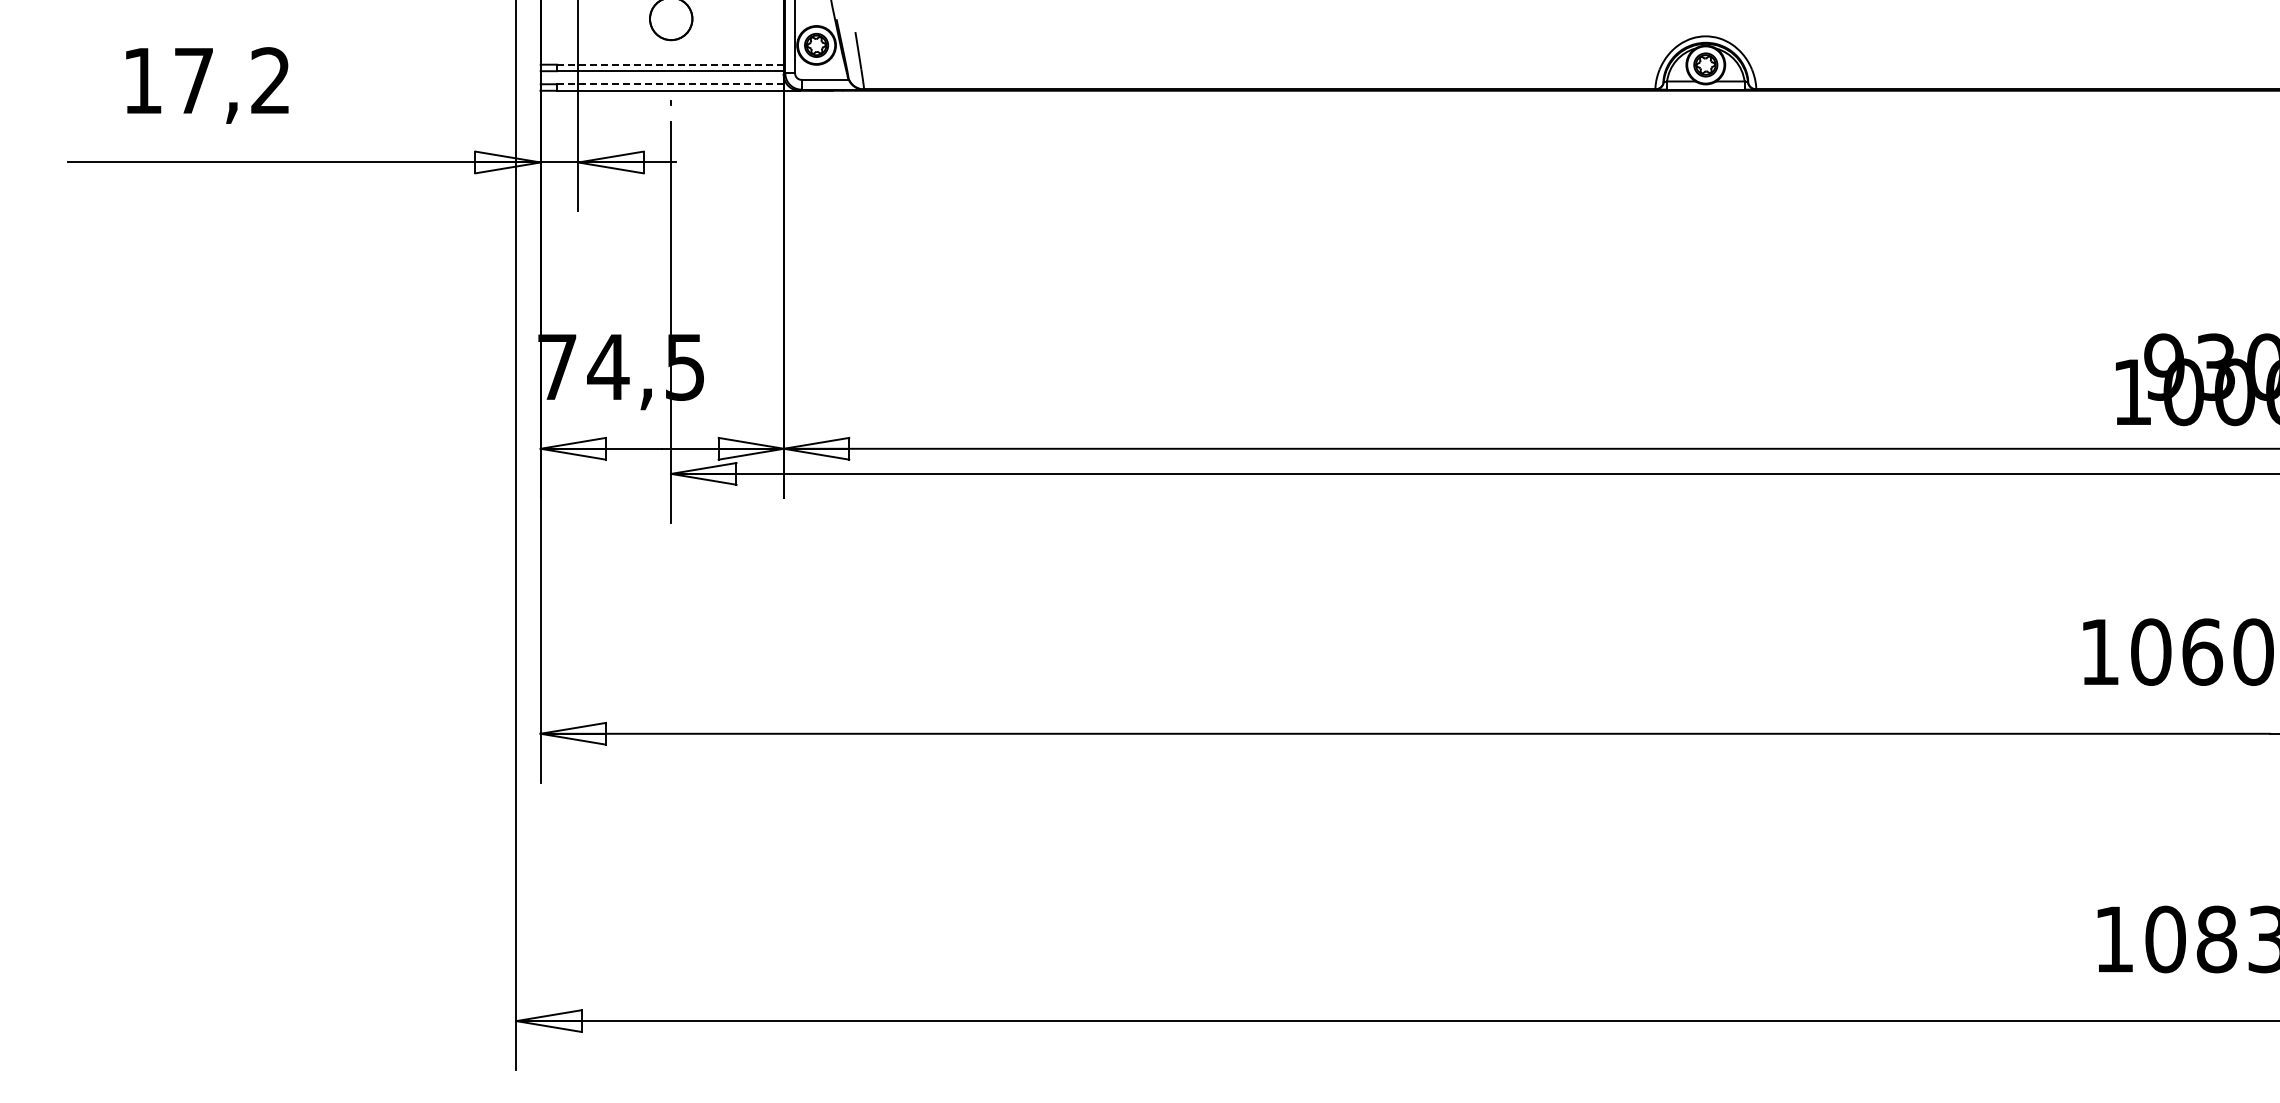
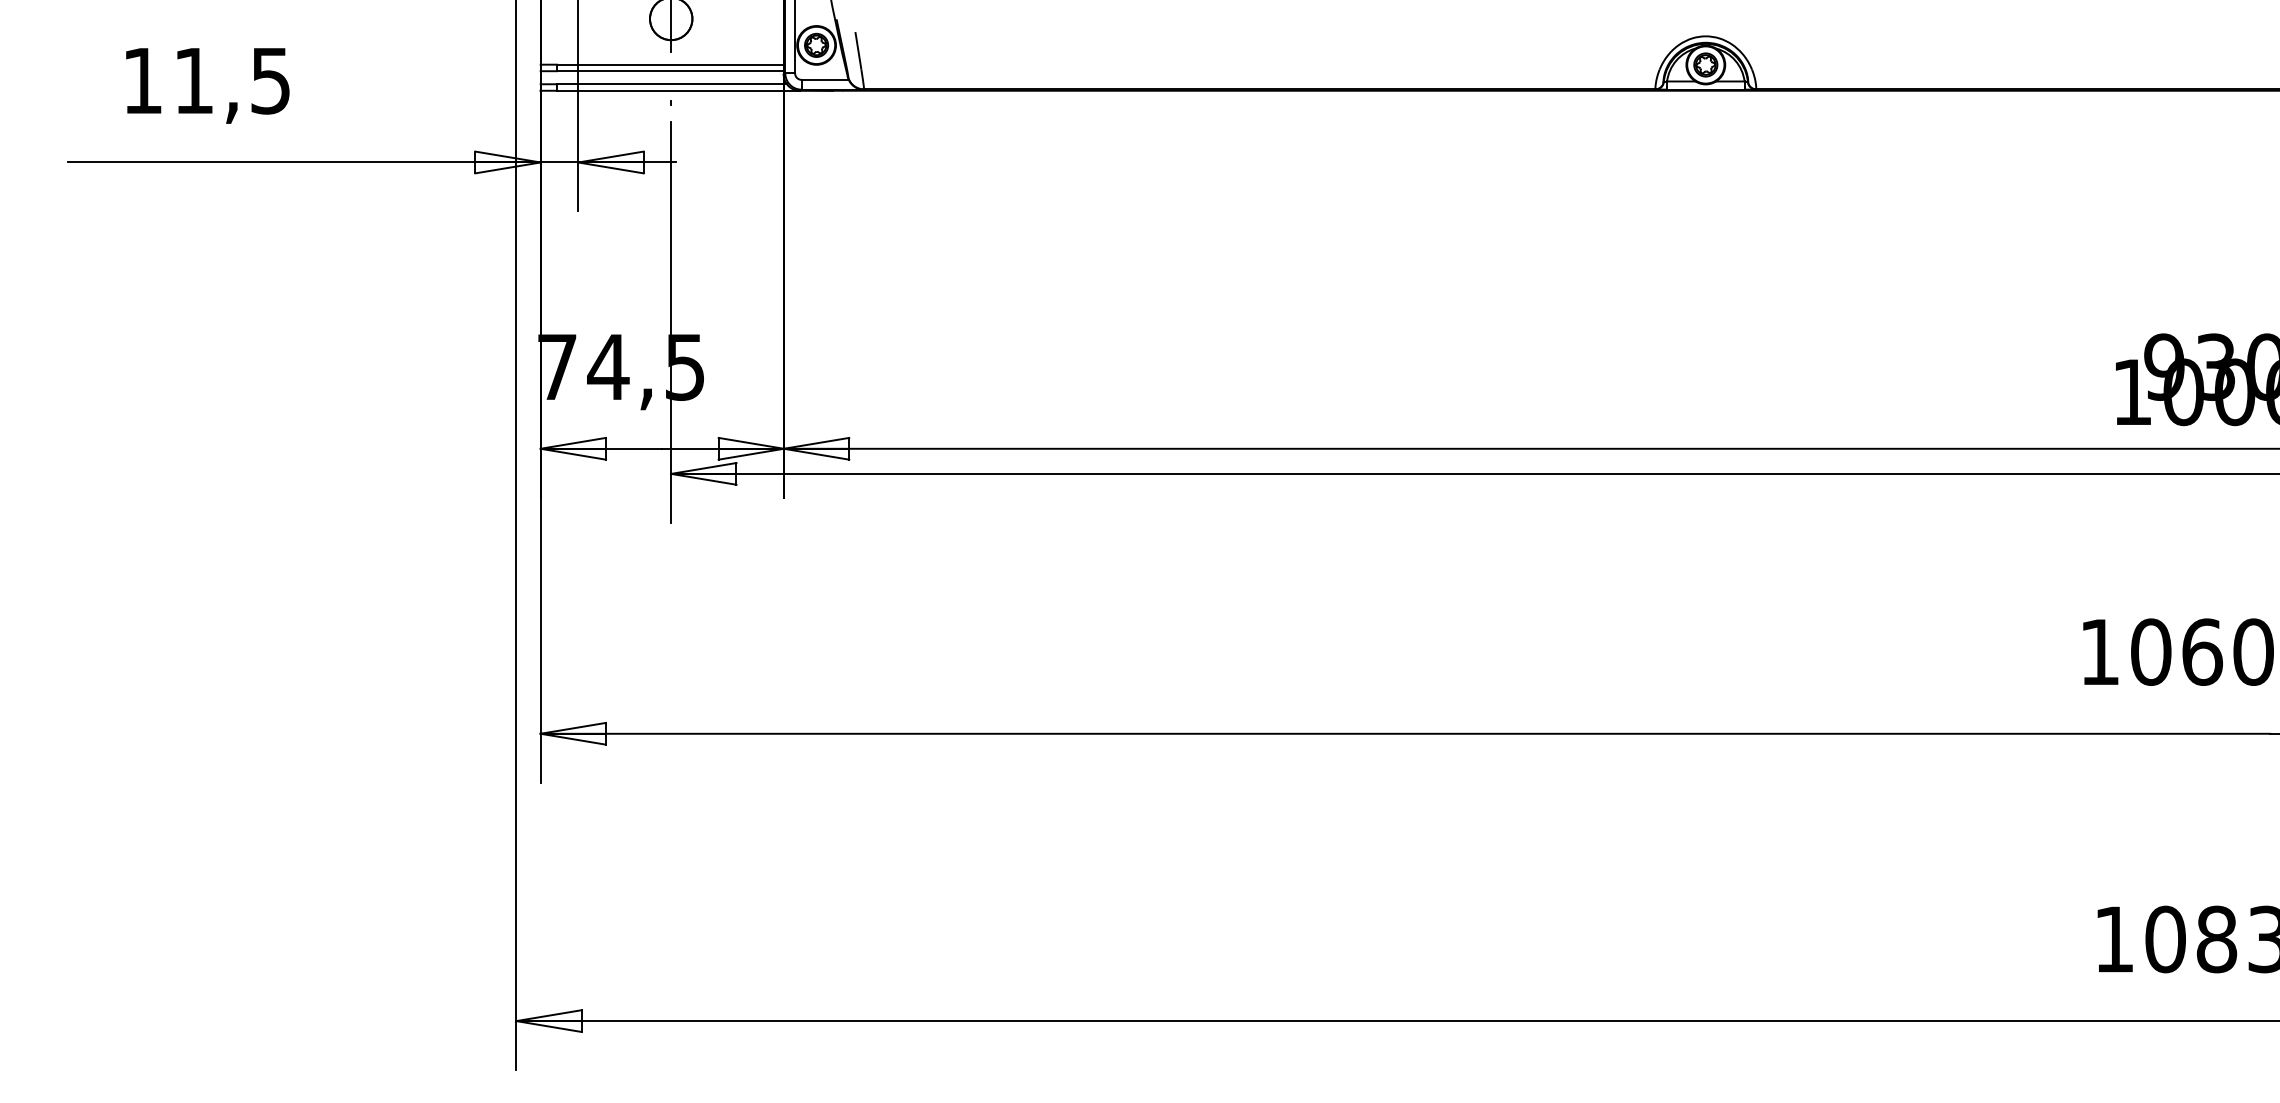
line at (671, 26): none -> present
line at (669, 64): dashed -> solid
text at (232, 80): 17,2 -> 11,5
line at (671, 84): dashed -> solid
